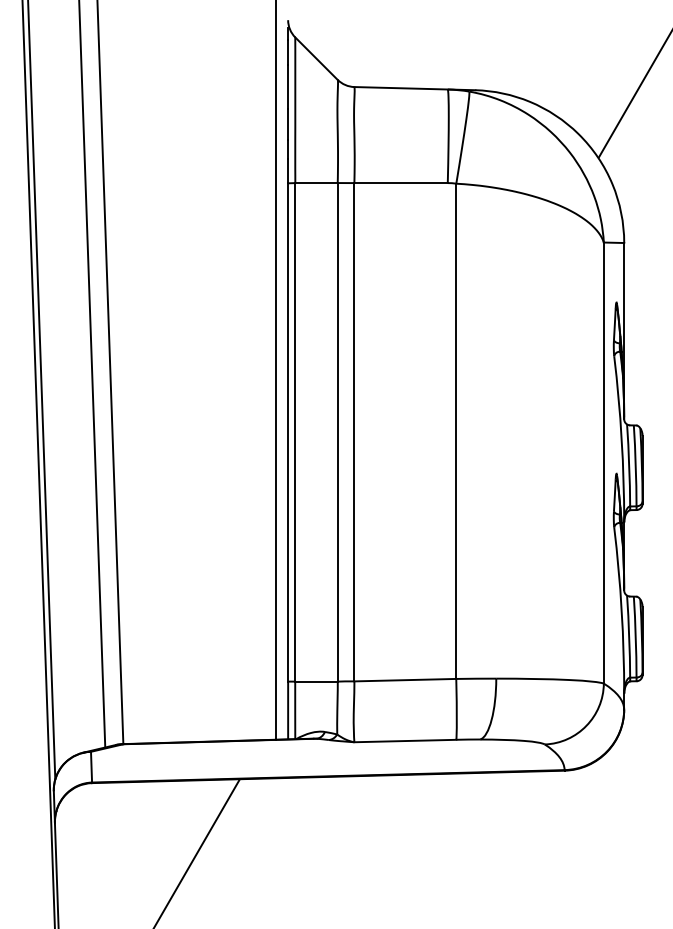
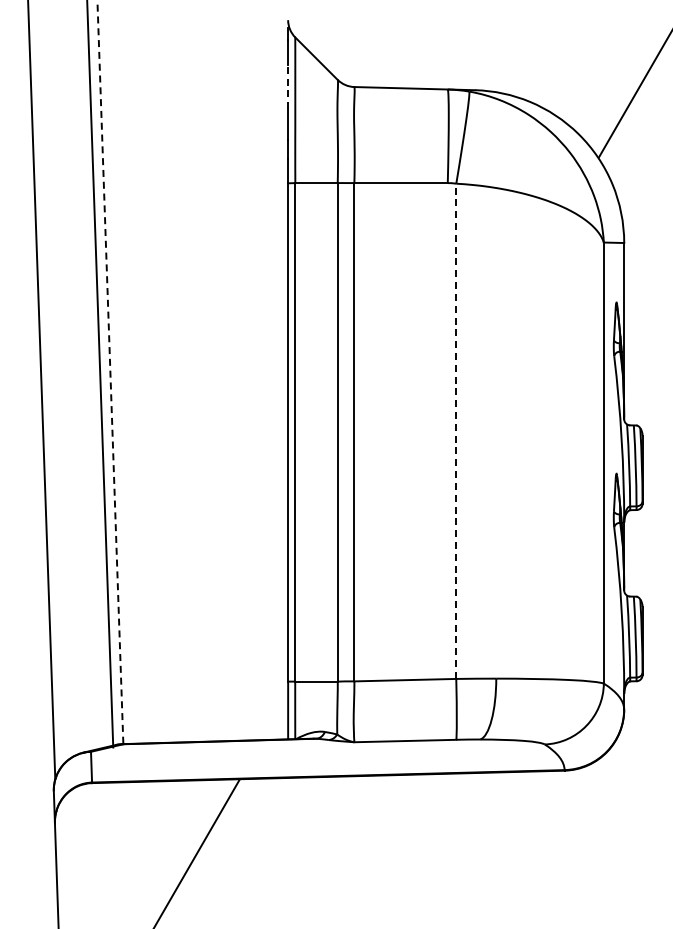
line at (288, 86): solid -> dashed
line at (275, 370): present -> none
line at (110, 372): solid -> dashed
line at (92, 374) position: (92, 374) -> (100, 374)
line at (456, 431): solid -> dashed
line at (38, 463): present -> none
